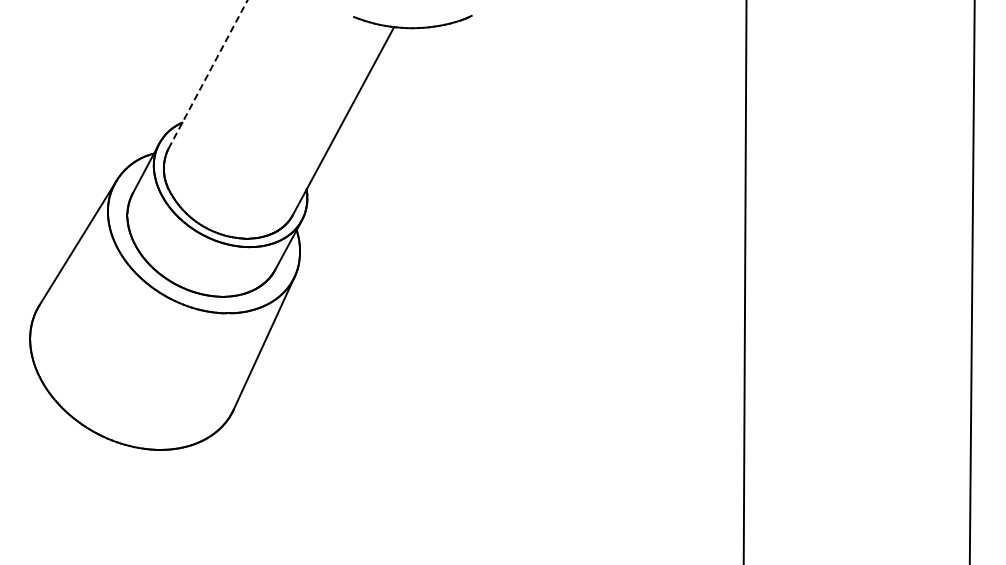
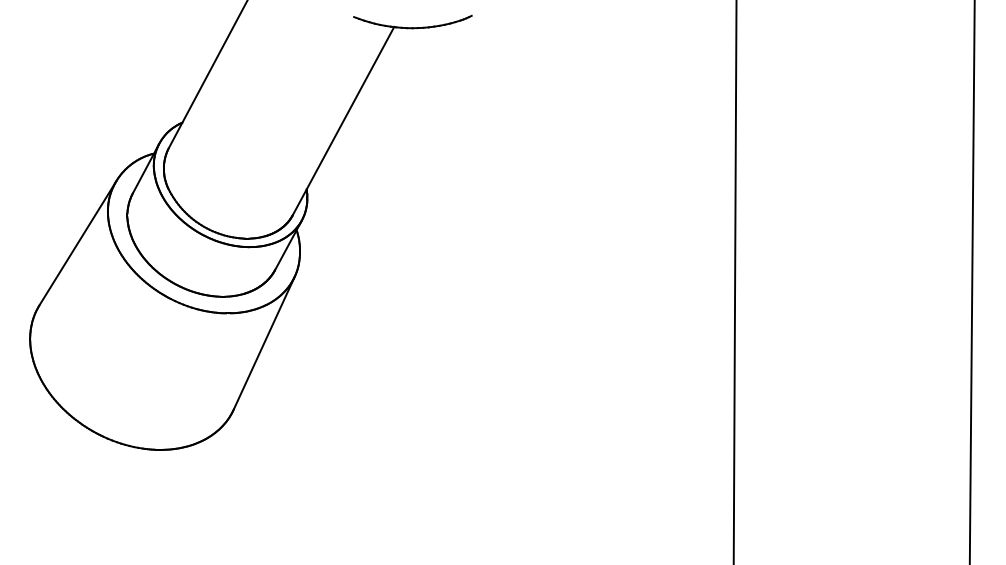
line at (207, 74): dashed -> solid
line at (744, 281) position: (744, 281) -> (734, 281)
